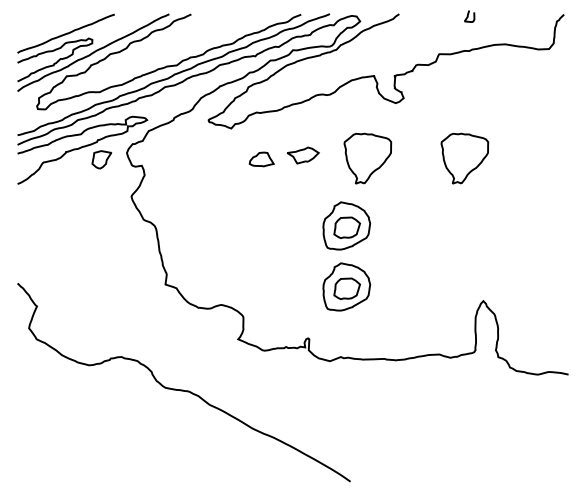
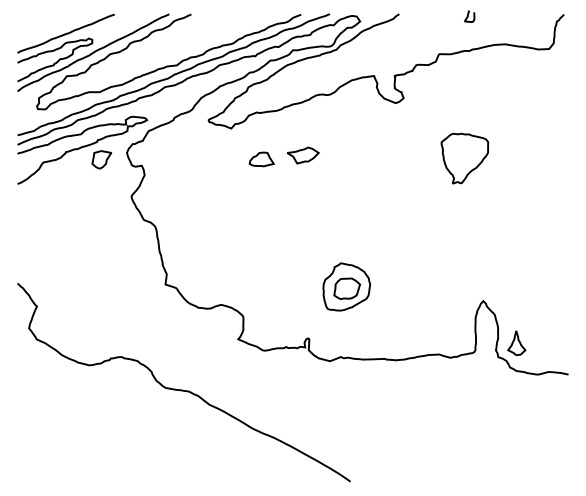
part at (367, 158): present -> none
part at (346, 225): present -> none
part at (516, 342): none -> present
